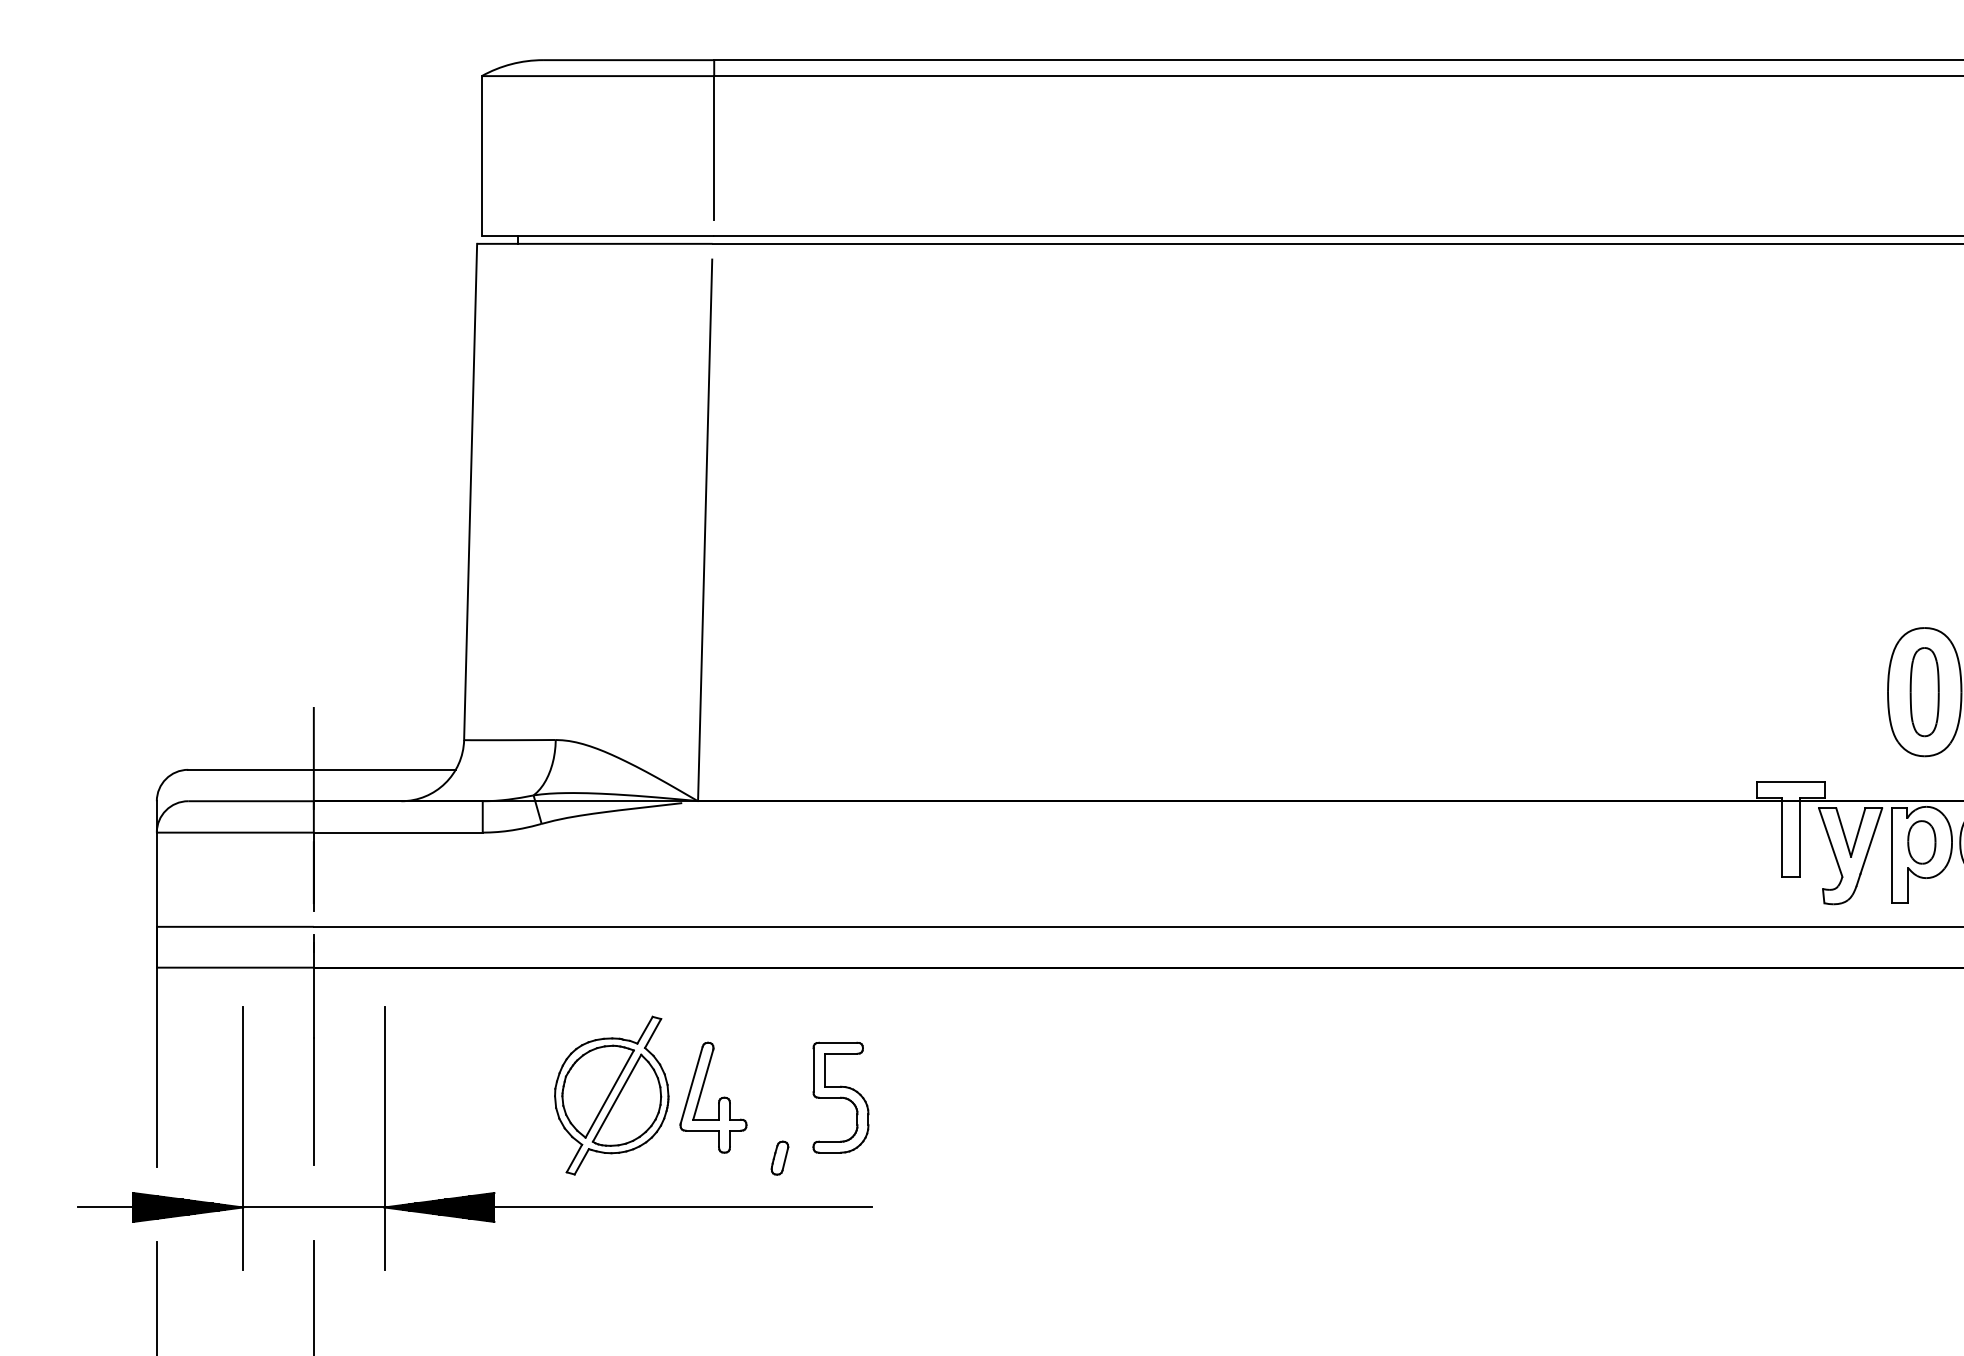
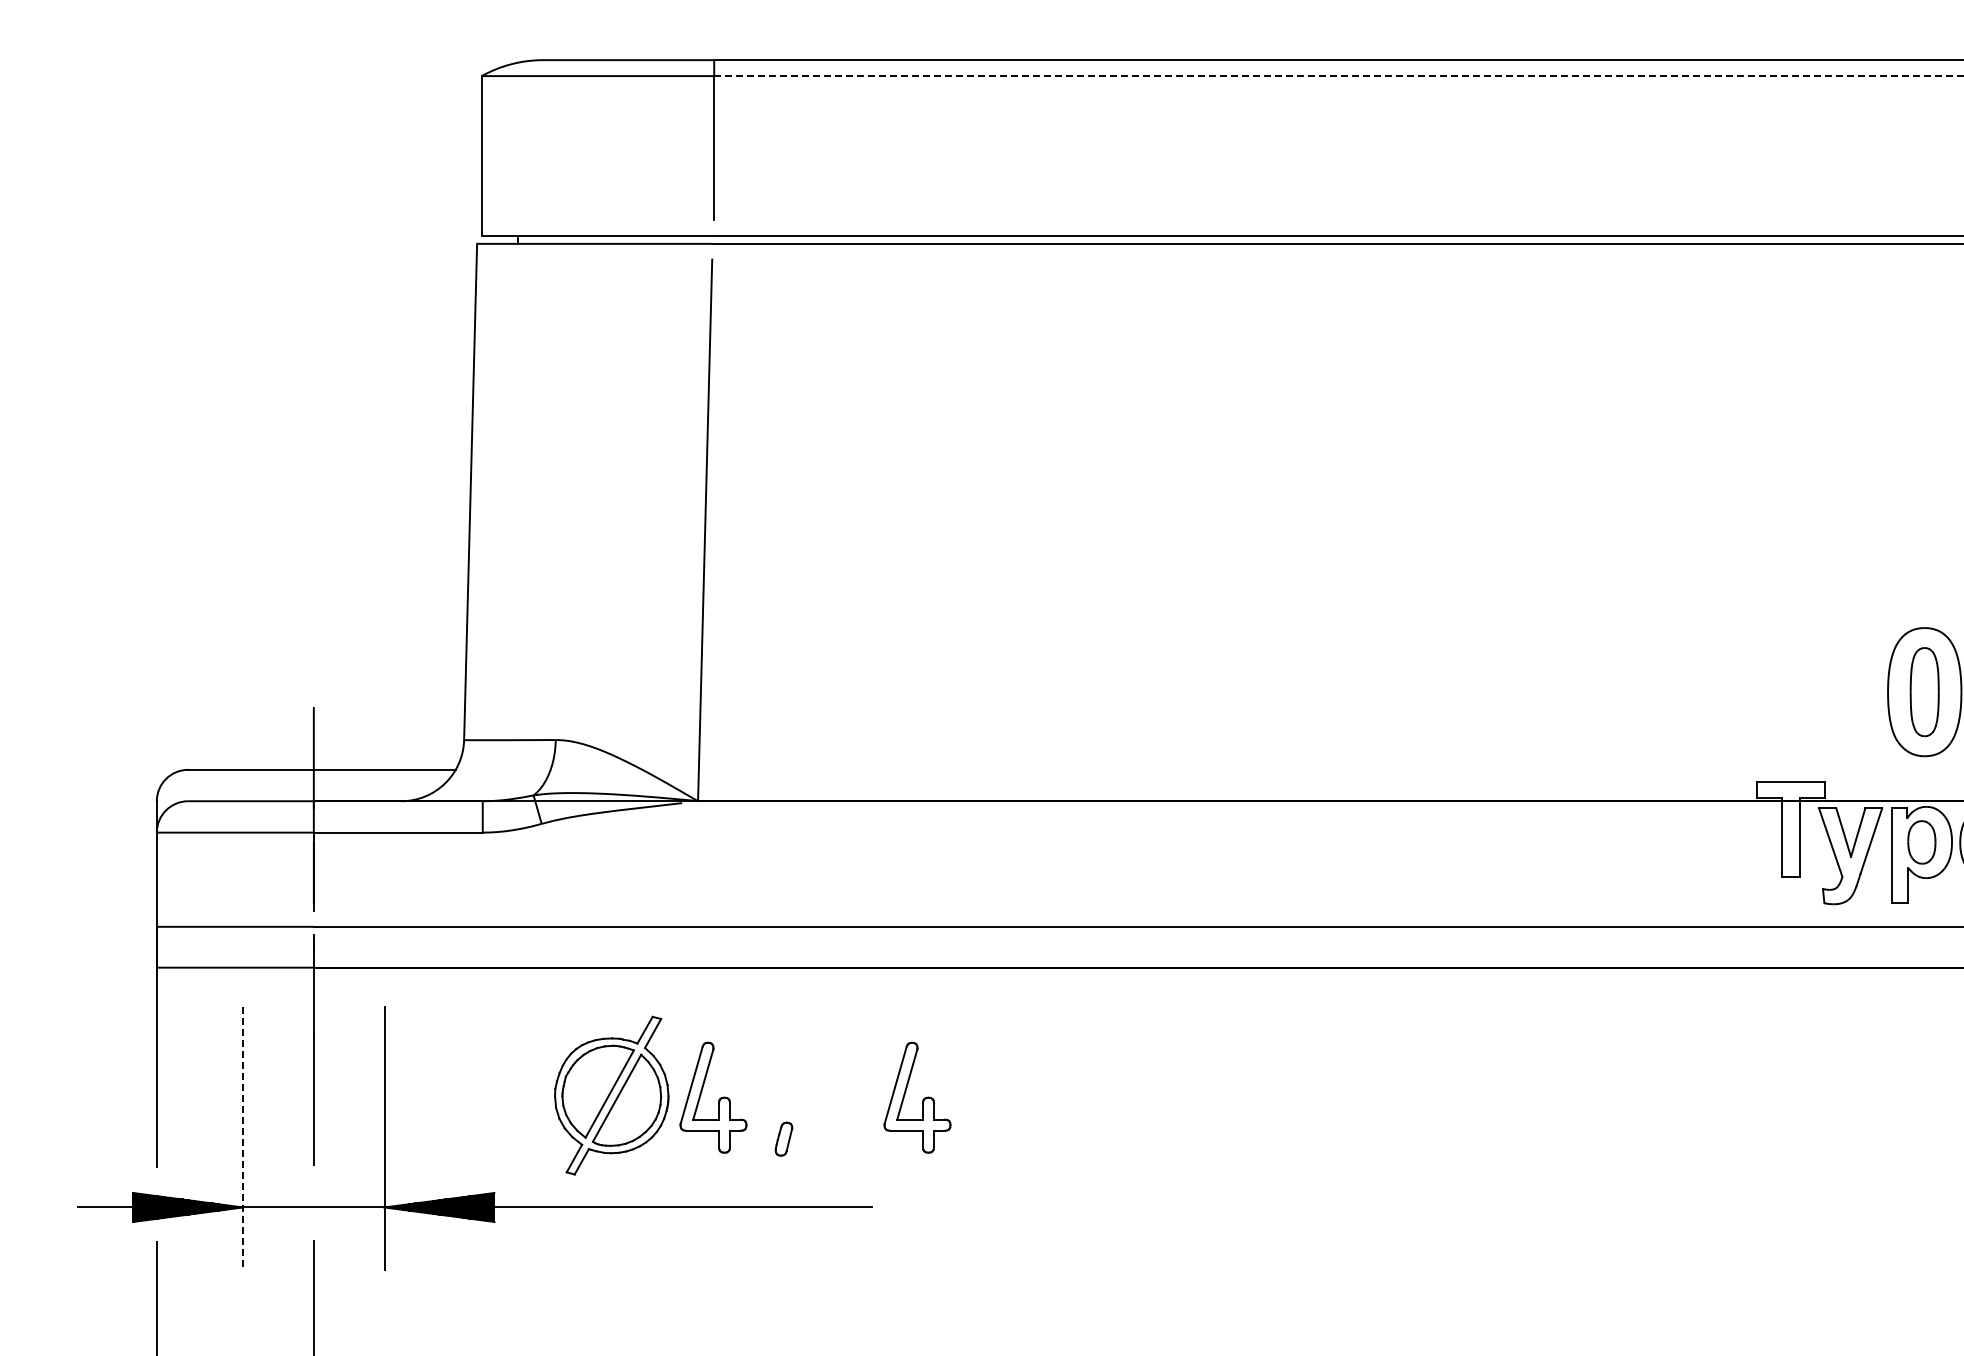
line at (1339, 76): solid -> dashed
part at (840, 1097): present -> none
part at (917, 1097): none -> present
line at (243, 1138): solid -> dashed
part at (779, 1157) position: (779, 1157) -> (783, 1138)
